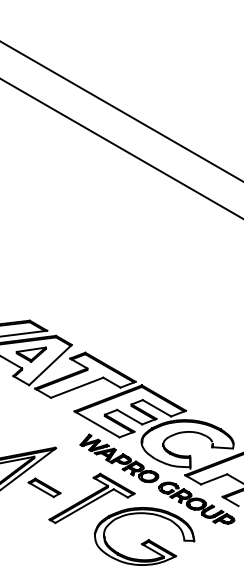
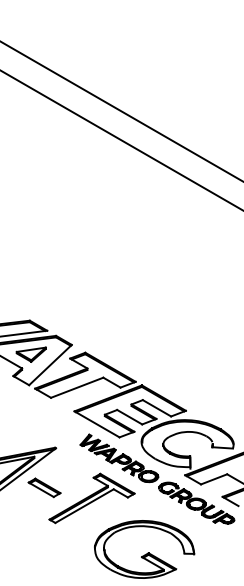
line at (121, 148) position: (121, 148) -> (121, 140)
part at (144, 536) position: (144, 536) -> (144, 549)
